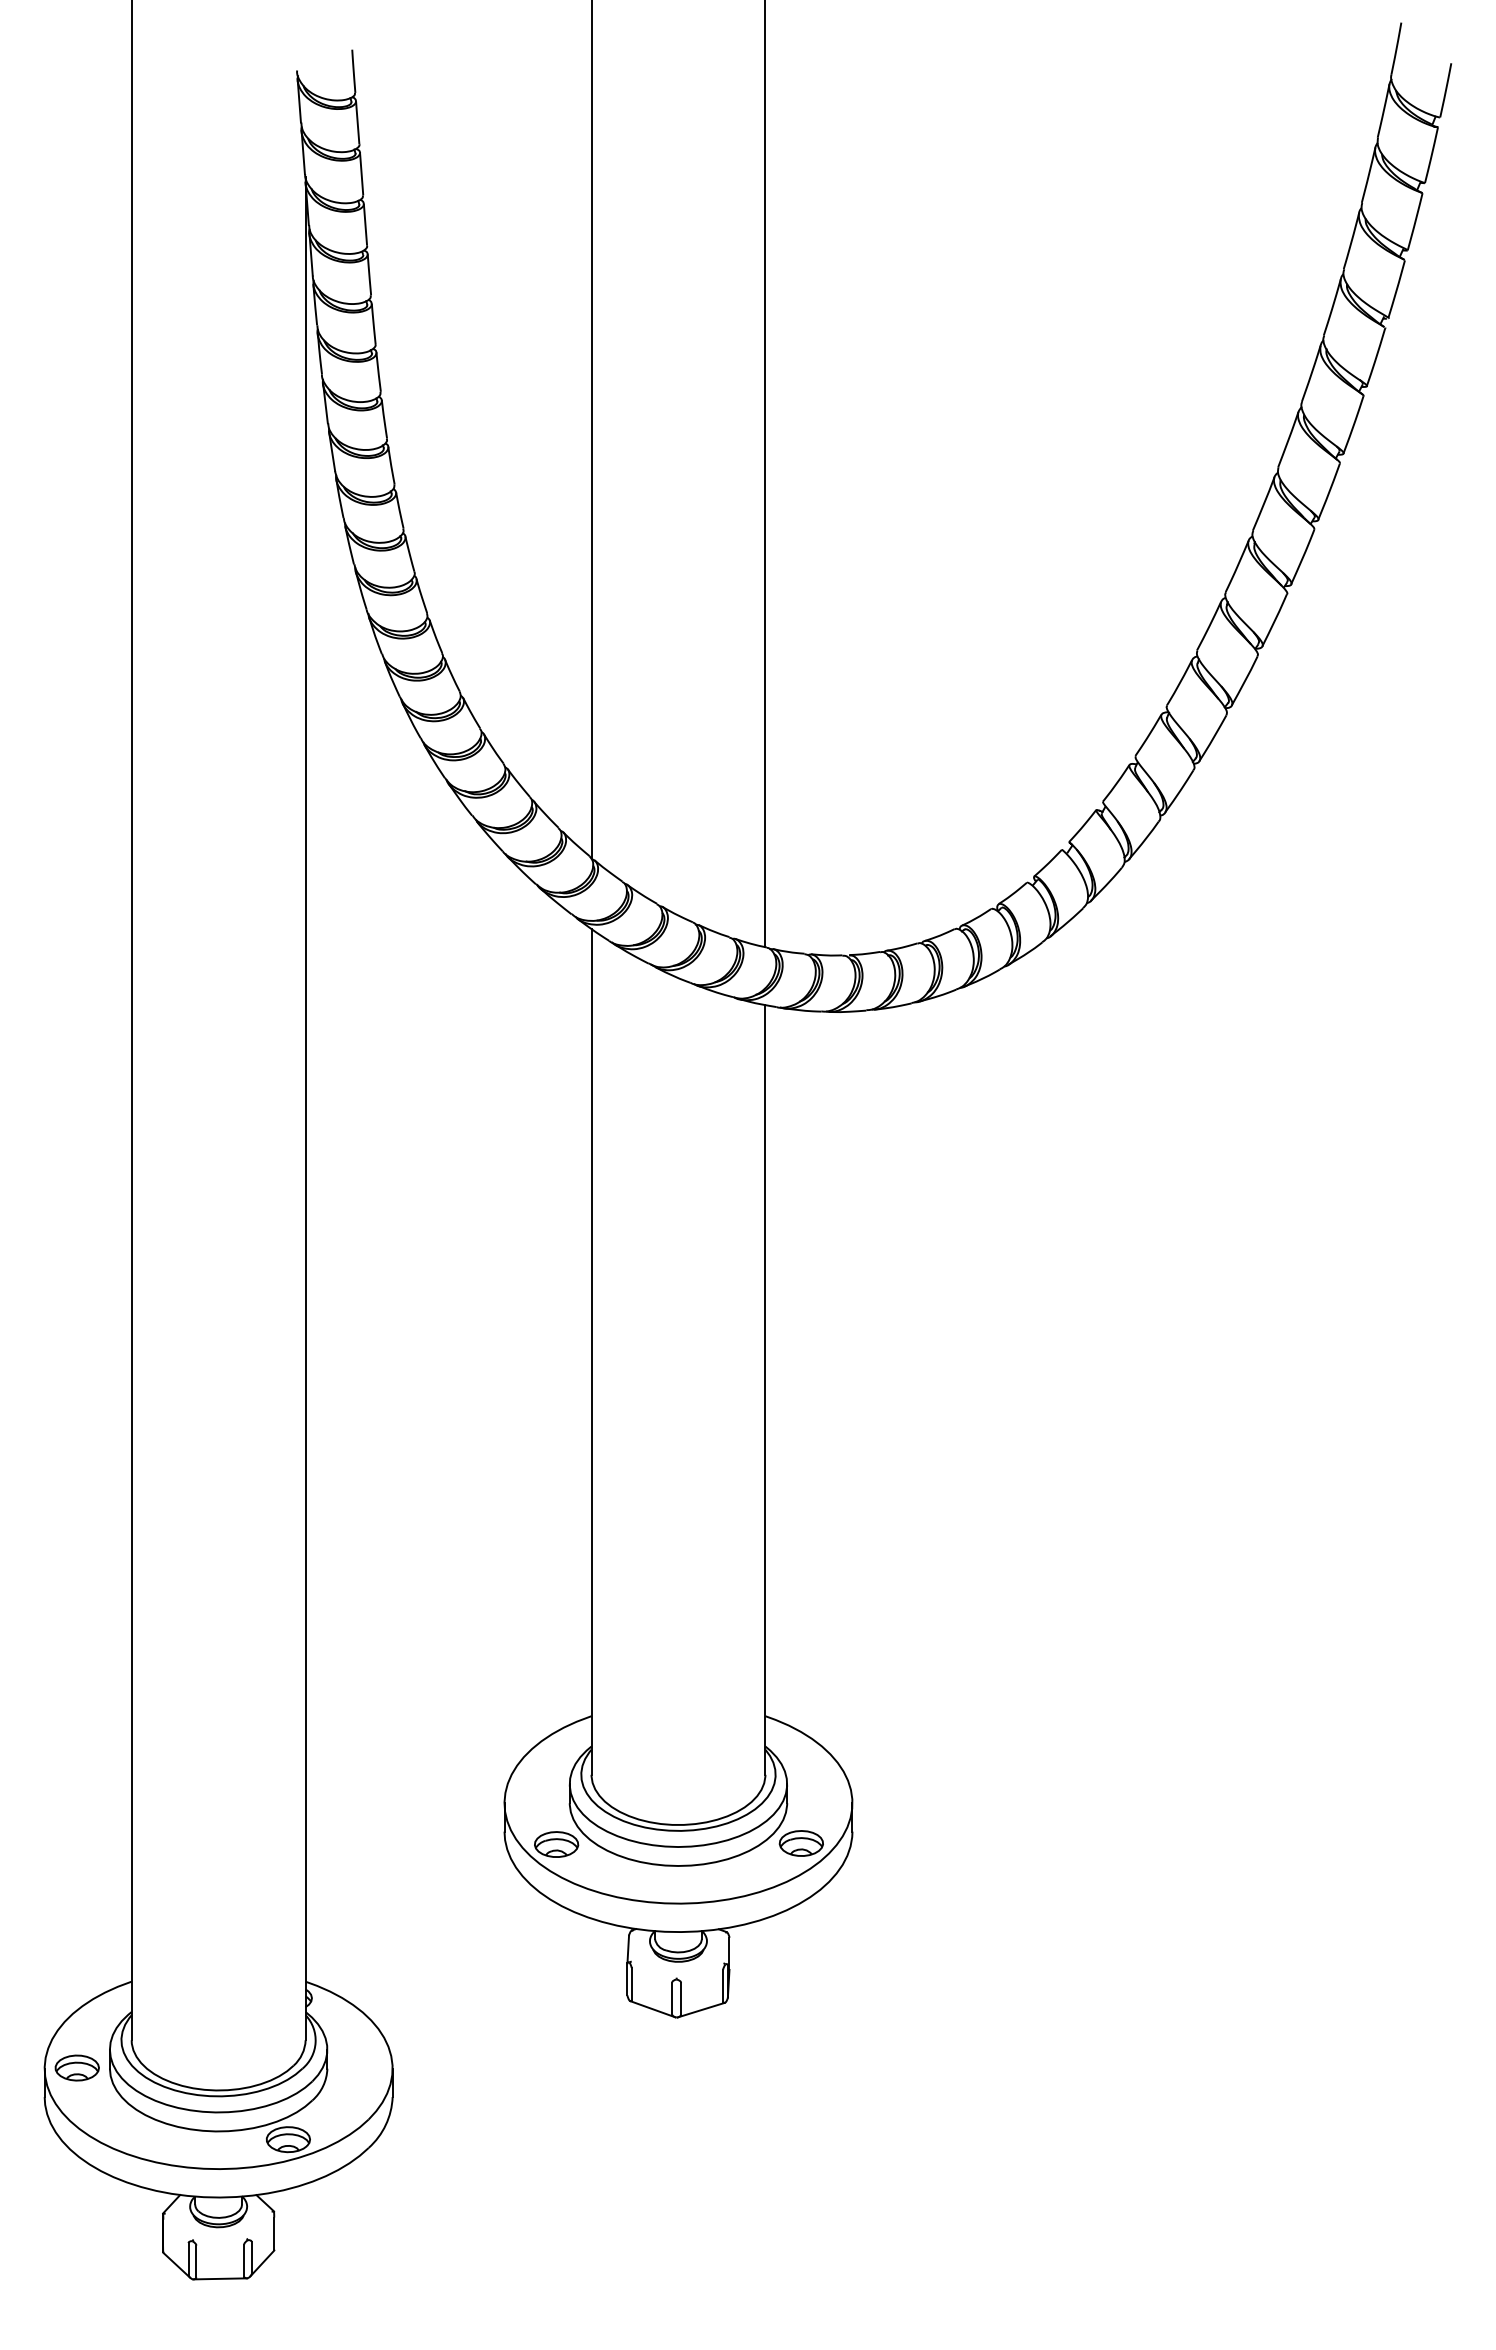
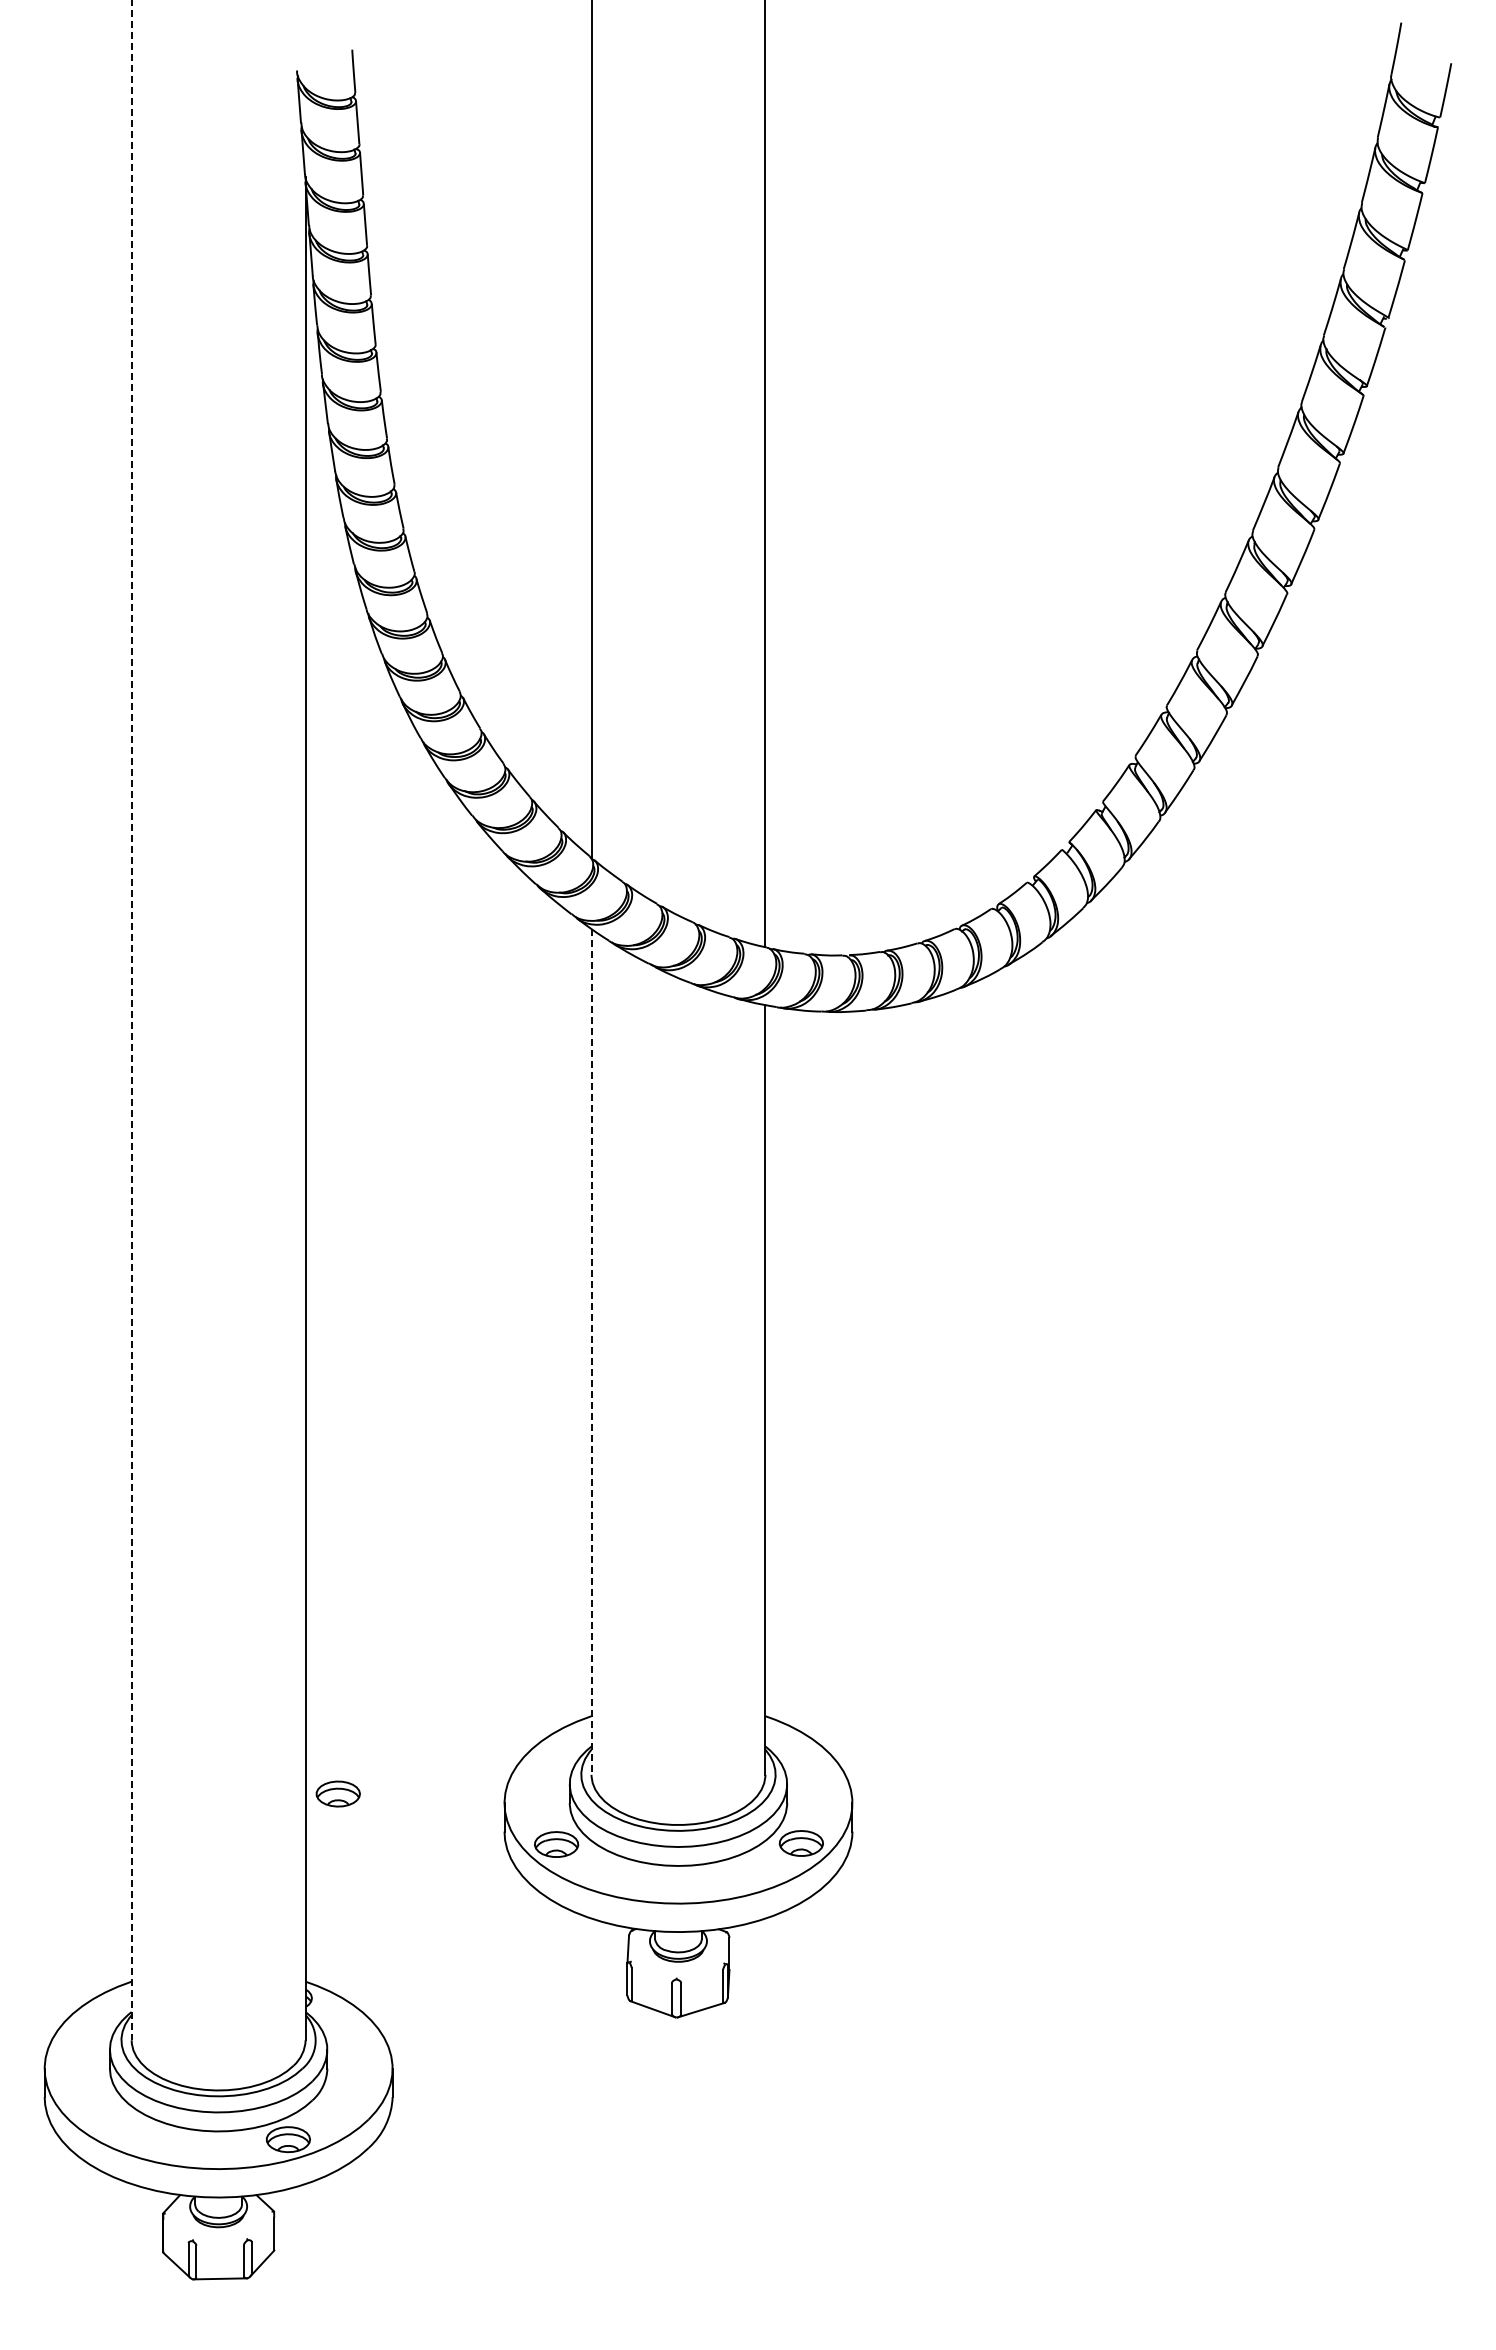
line at (131, 1020): solid -> dashed
line at (591, 1351): solid -> dashed
part at (76, 2067) position: (76, 2067) -> (337, 1793)
